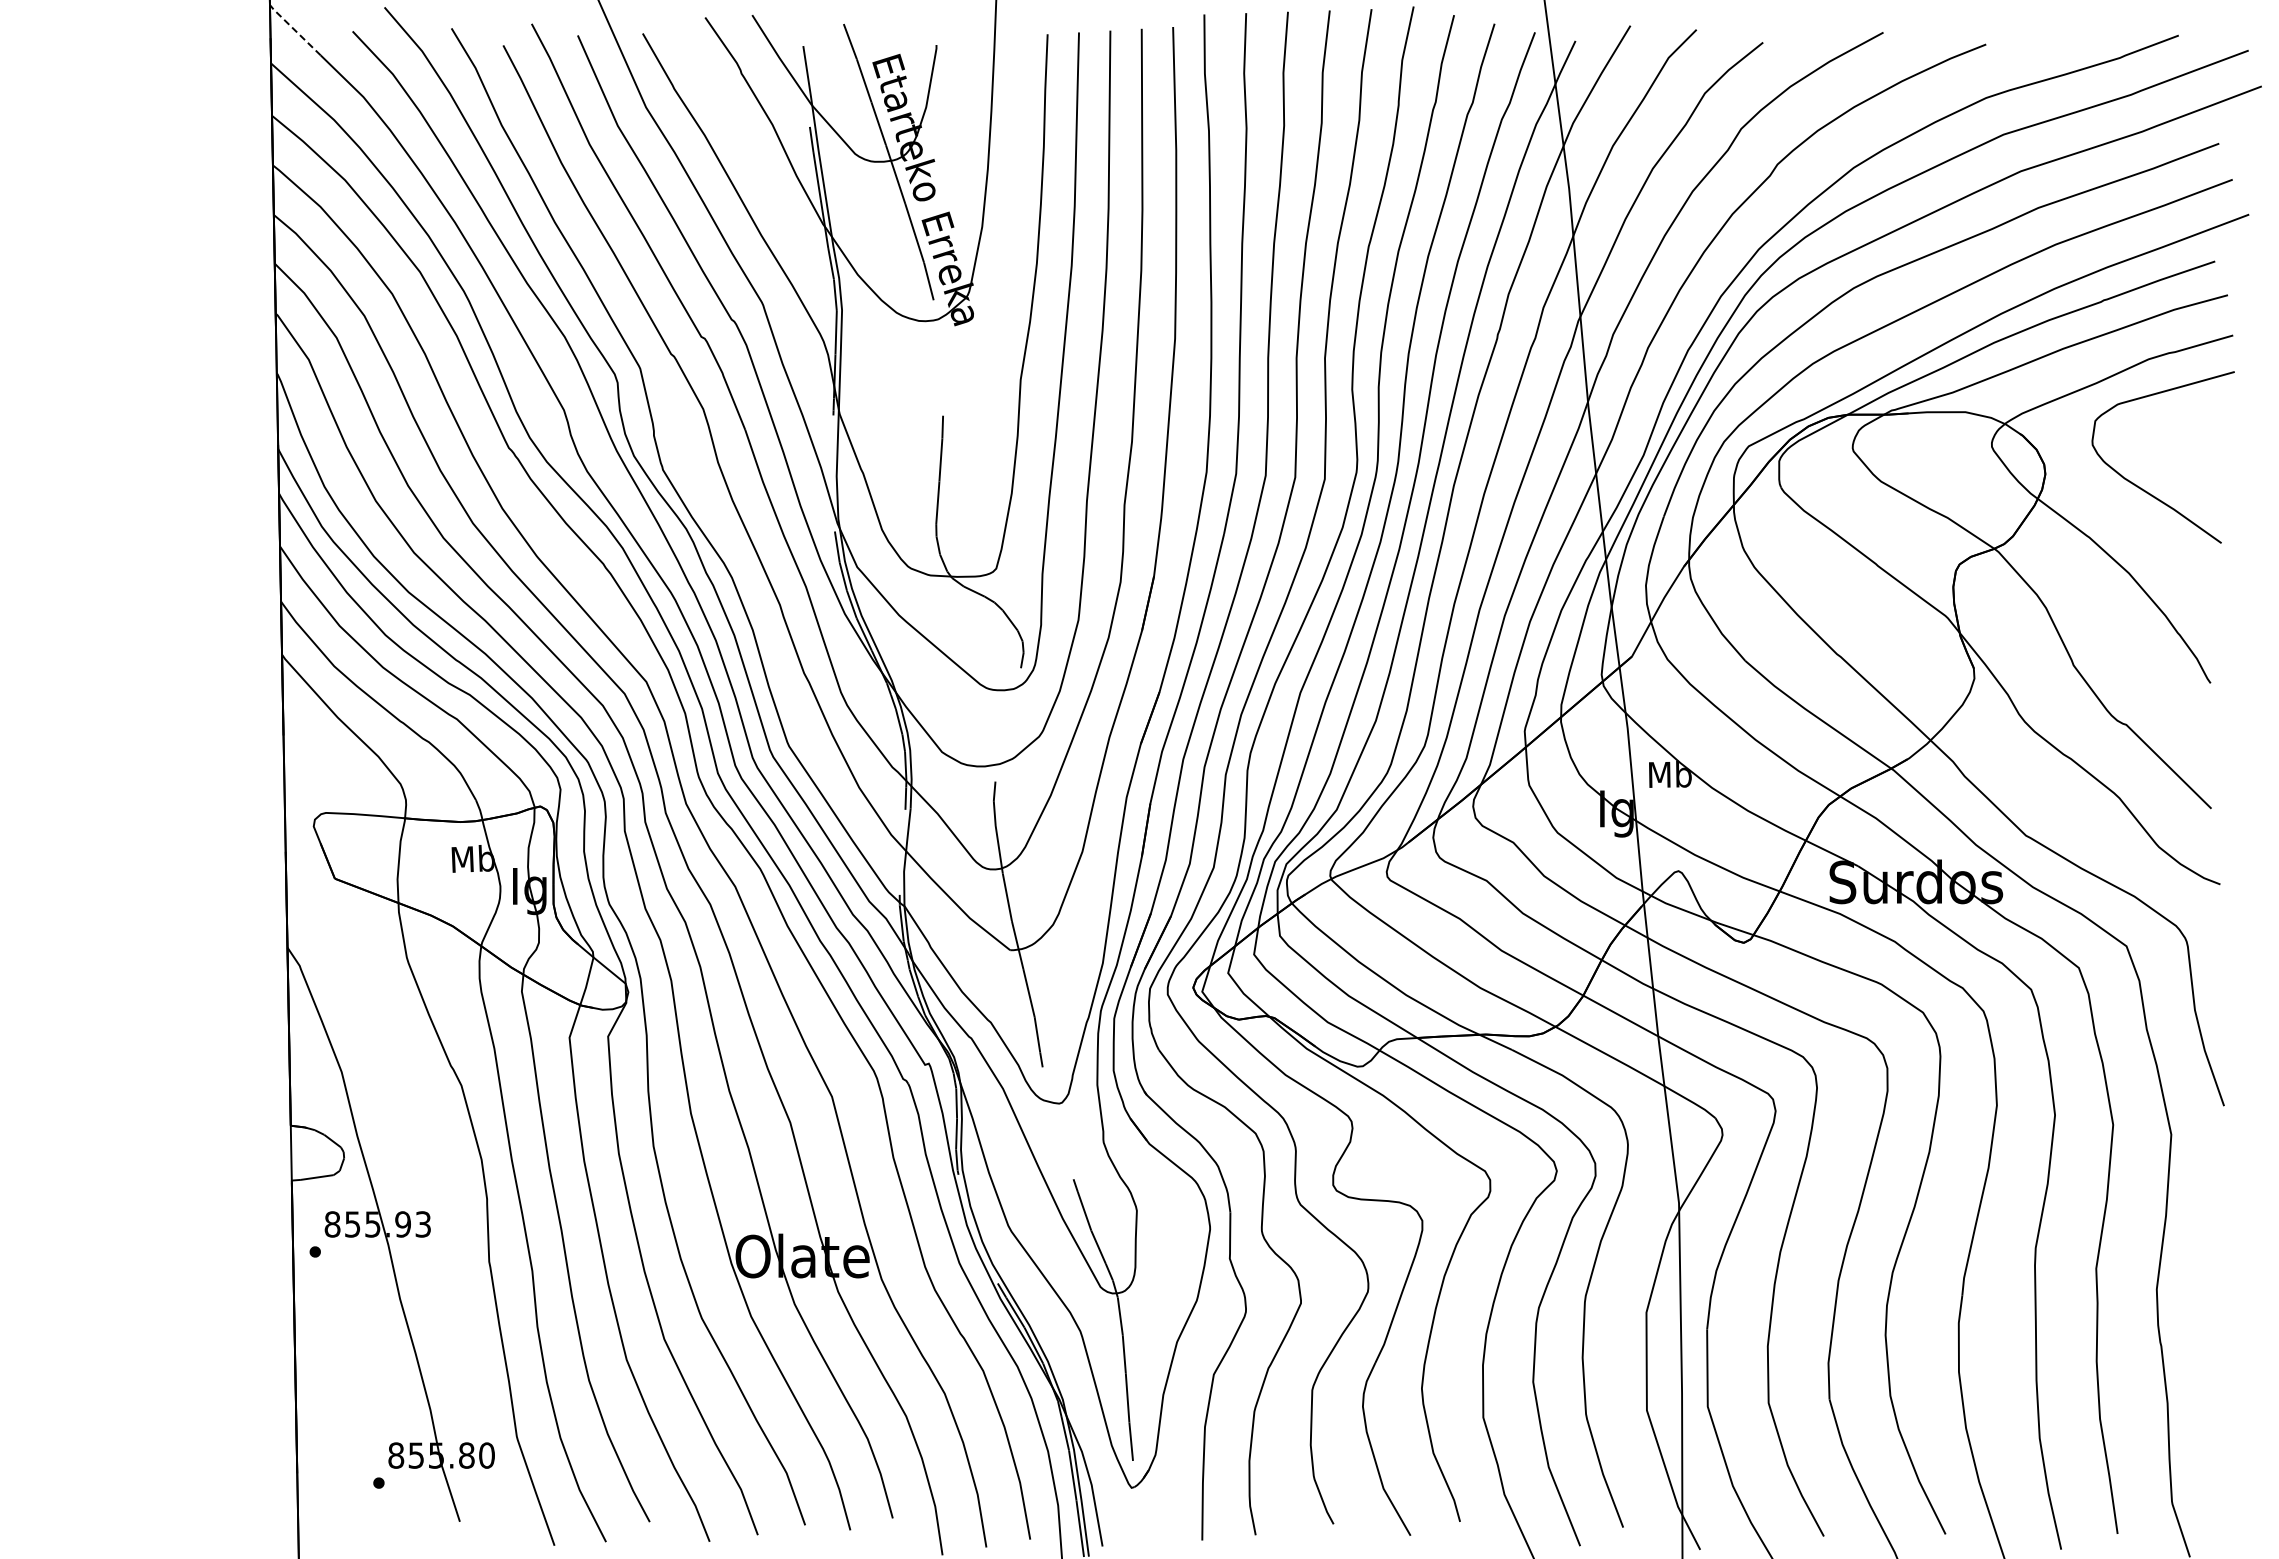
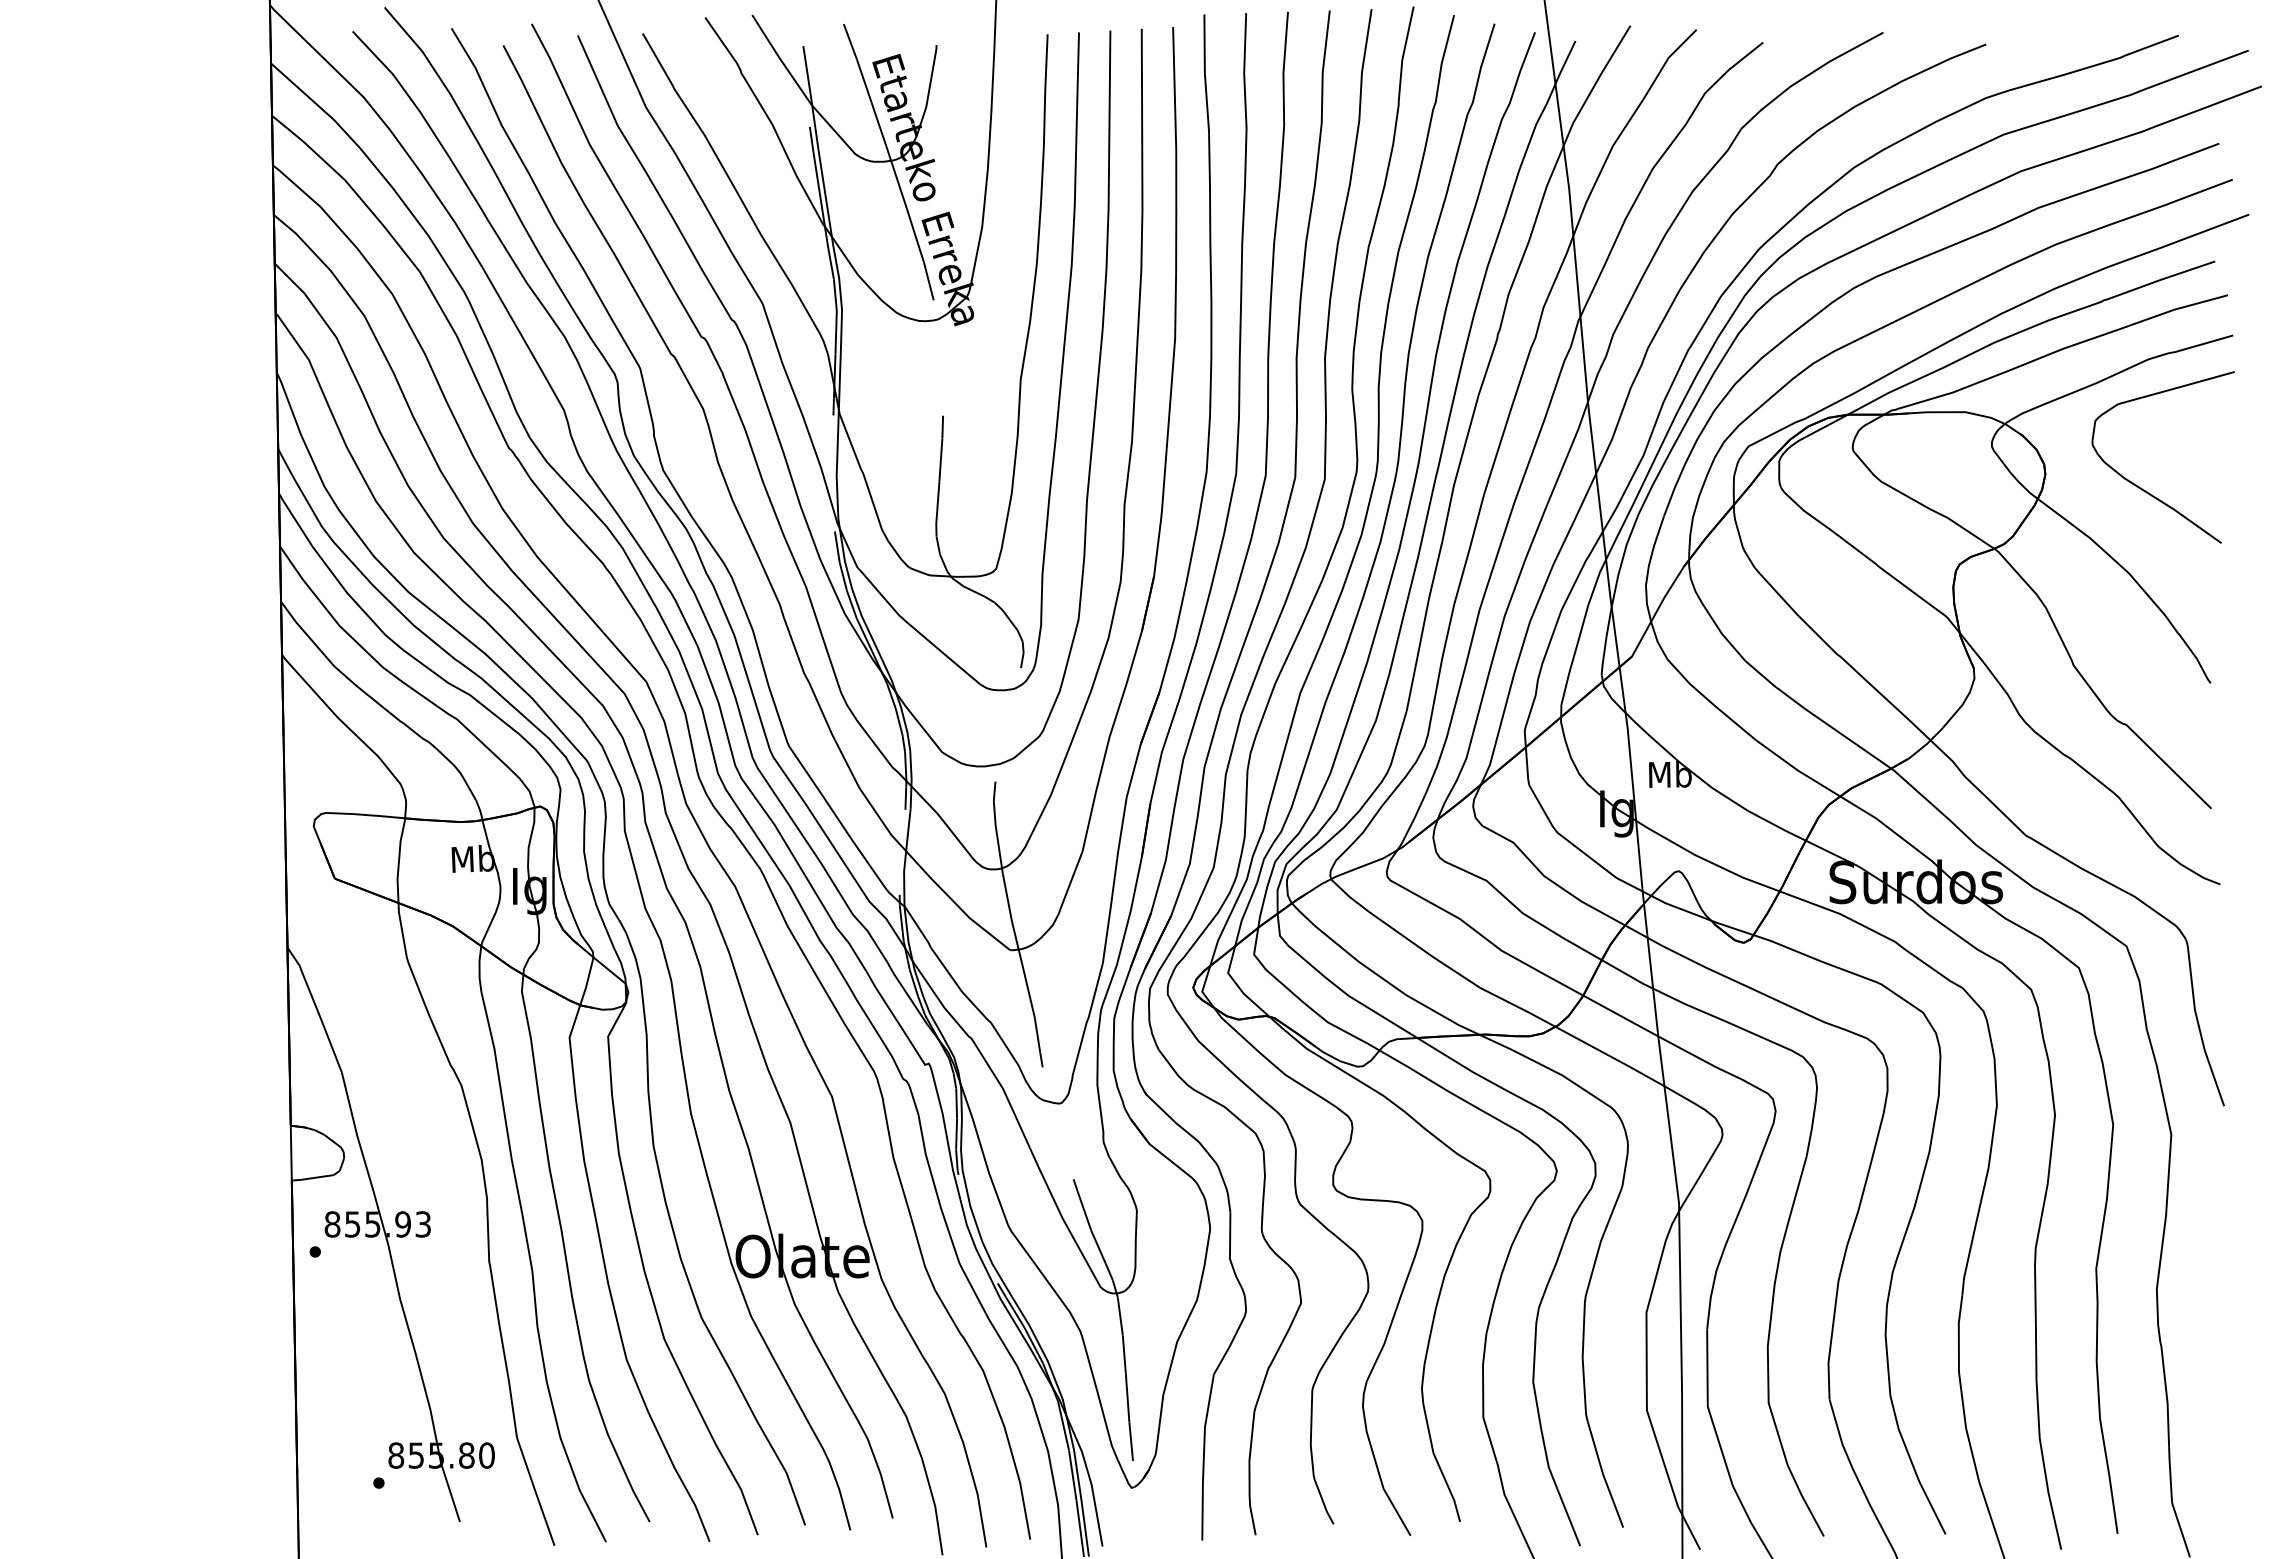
line at (294, 29): dashed -> solid
